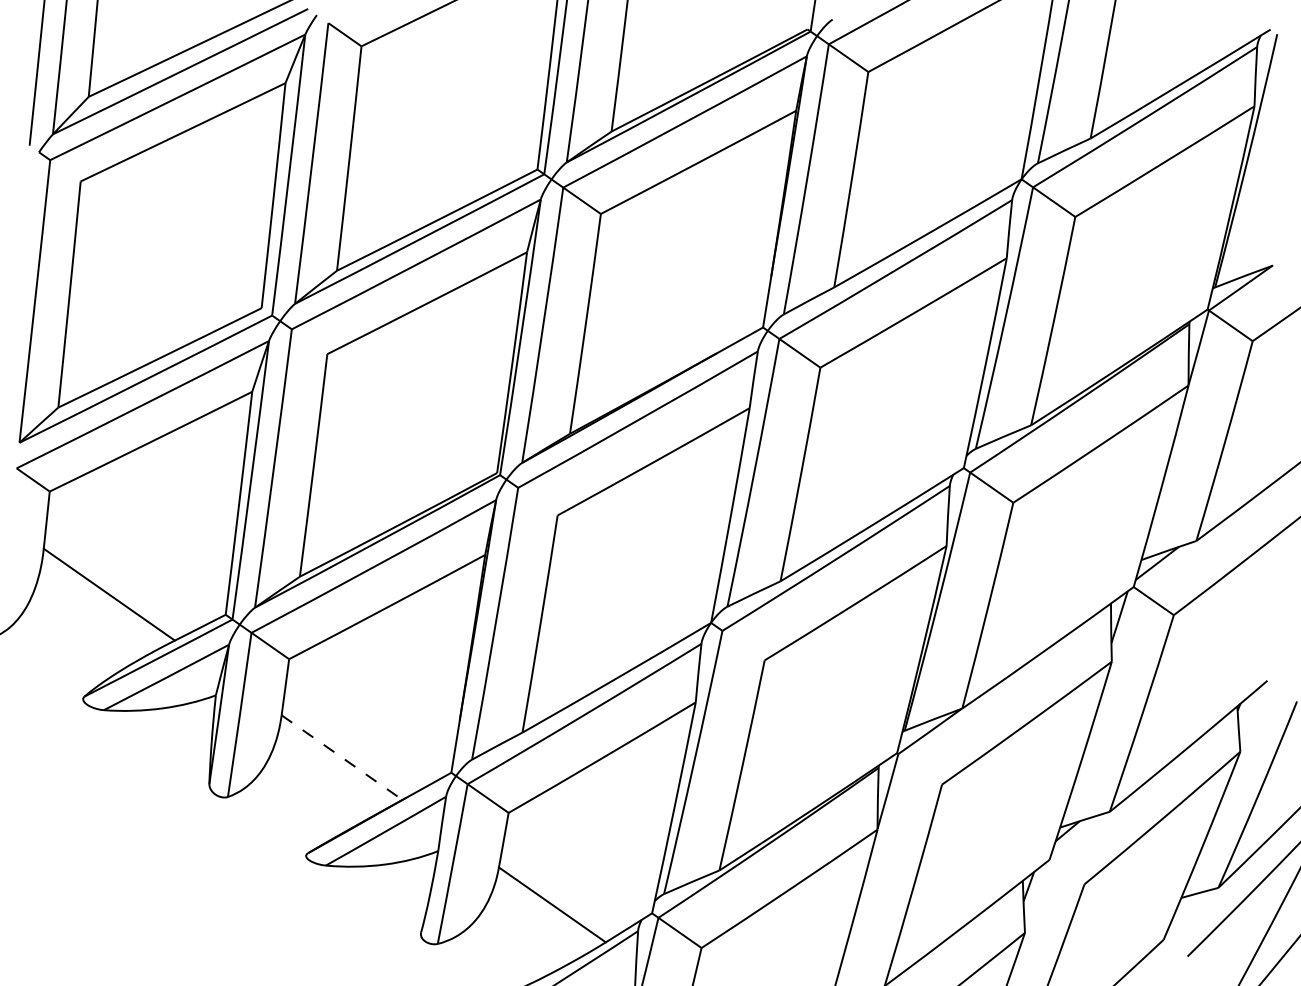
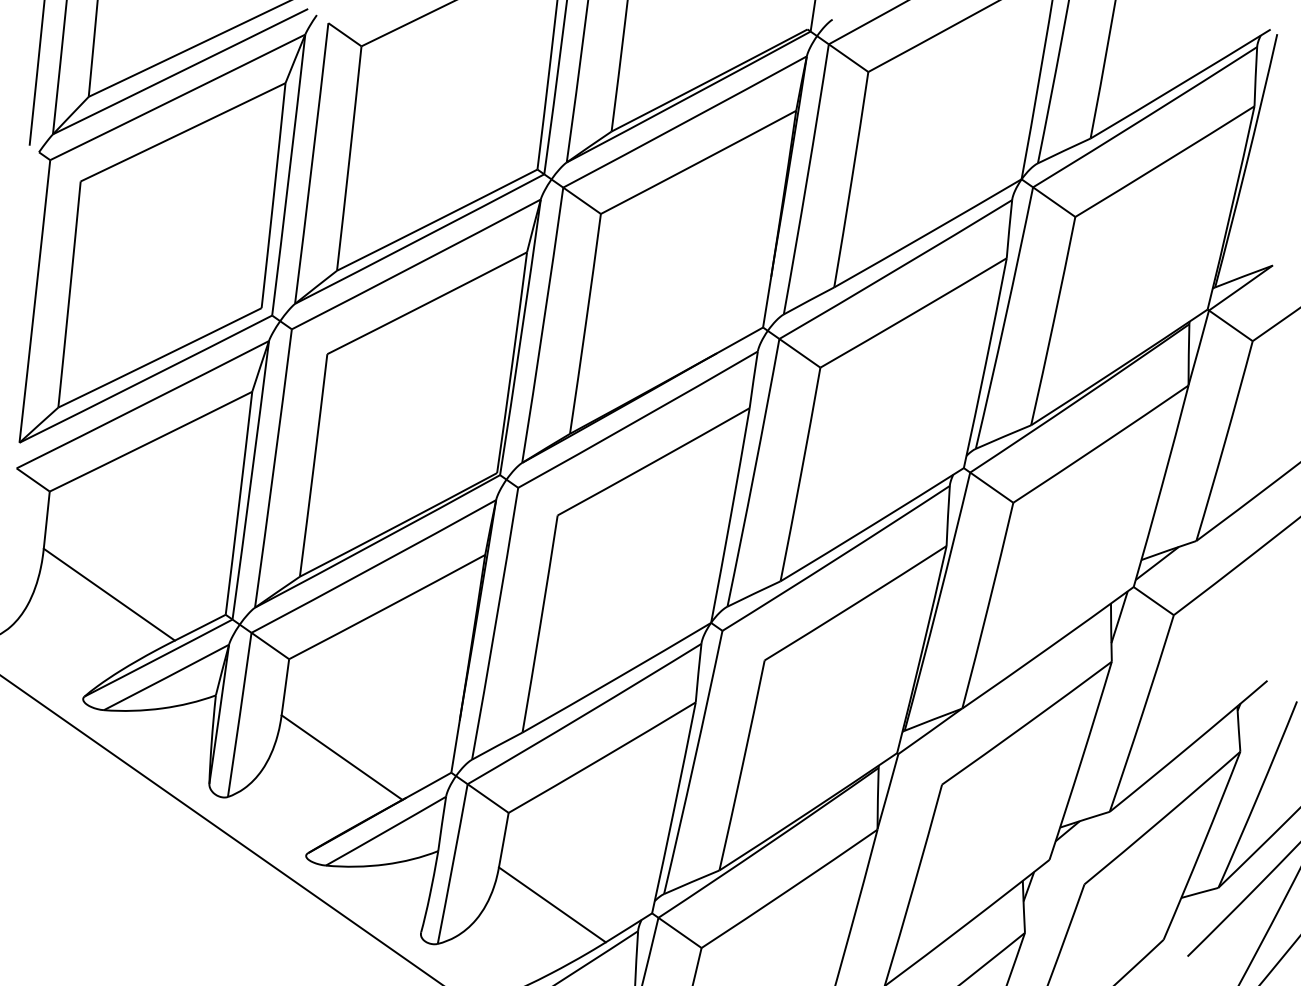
line at (342, 757): dashed -> solid
line at (220, 829): none -> present
